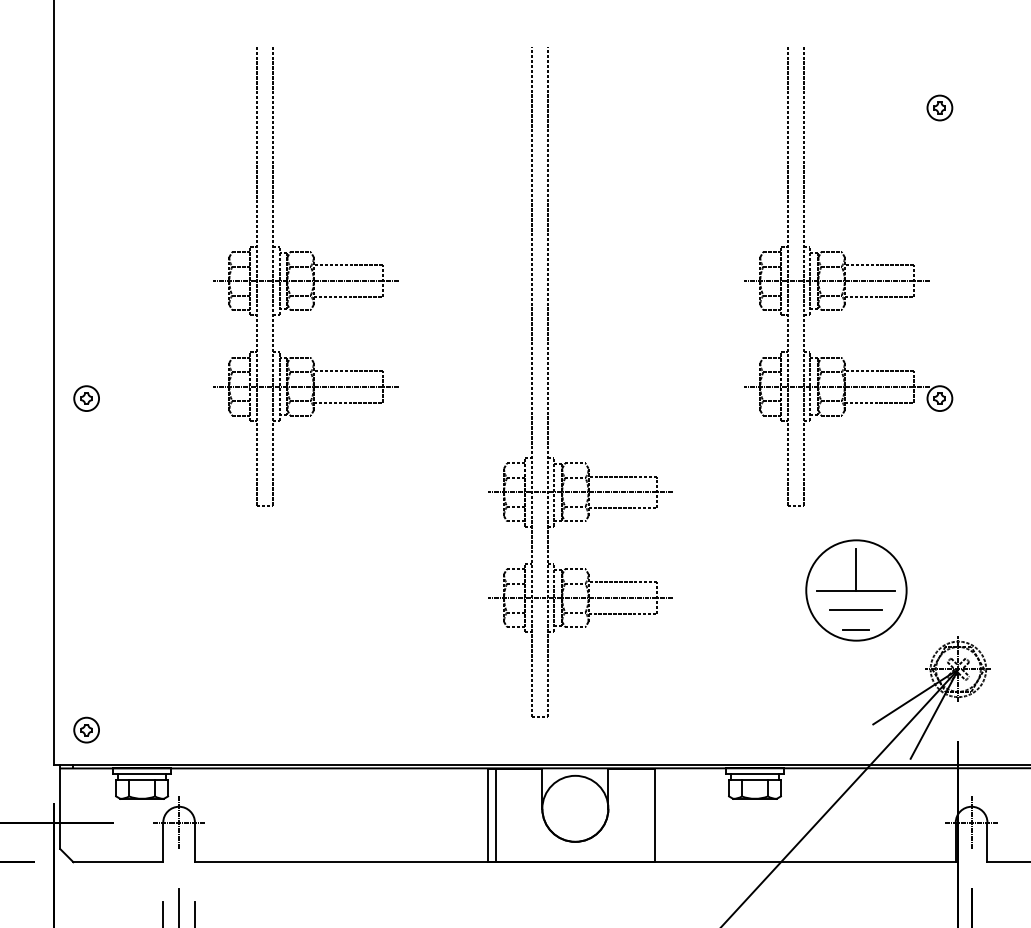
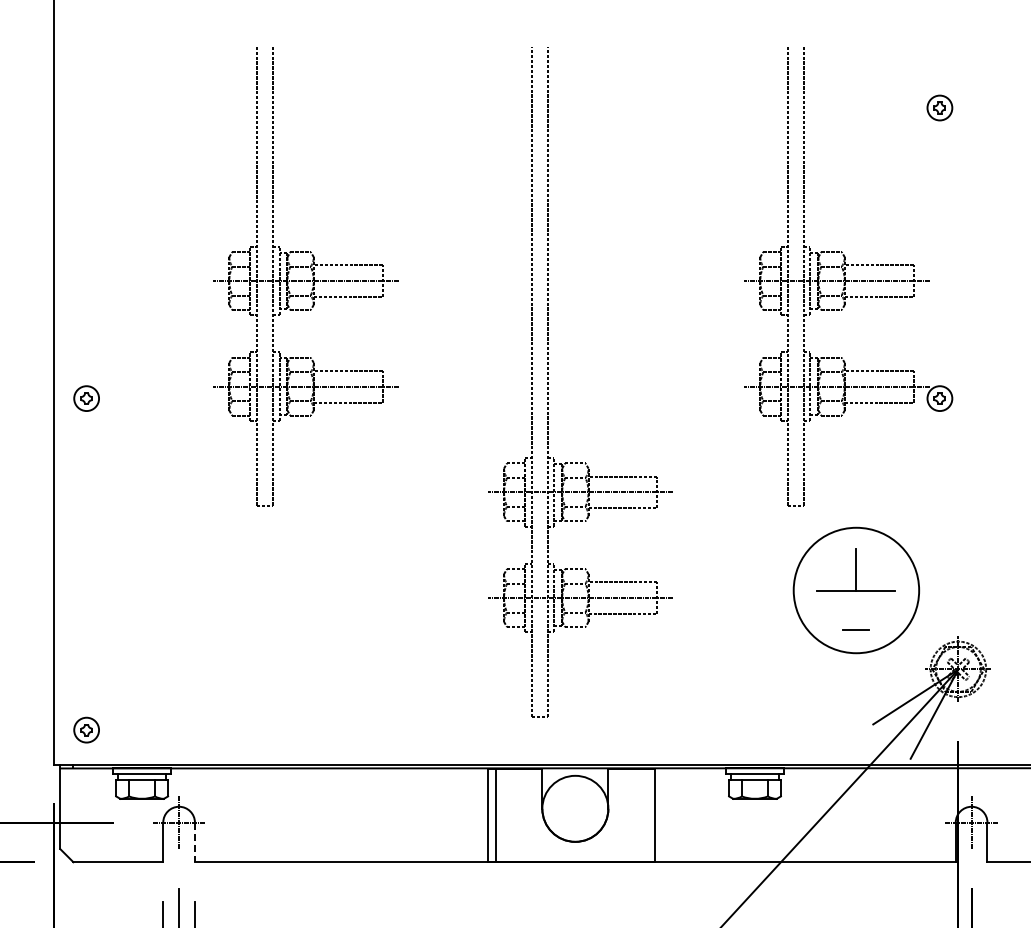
circle at (856, 590) diameter: 100 px -> 125 px
line at (855, 609): present -> none
line at (194, 842): solid -> dashed
